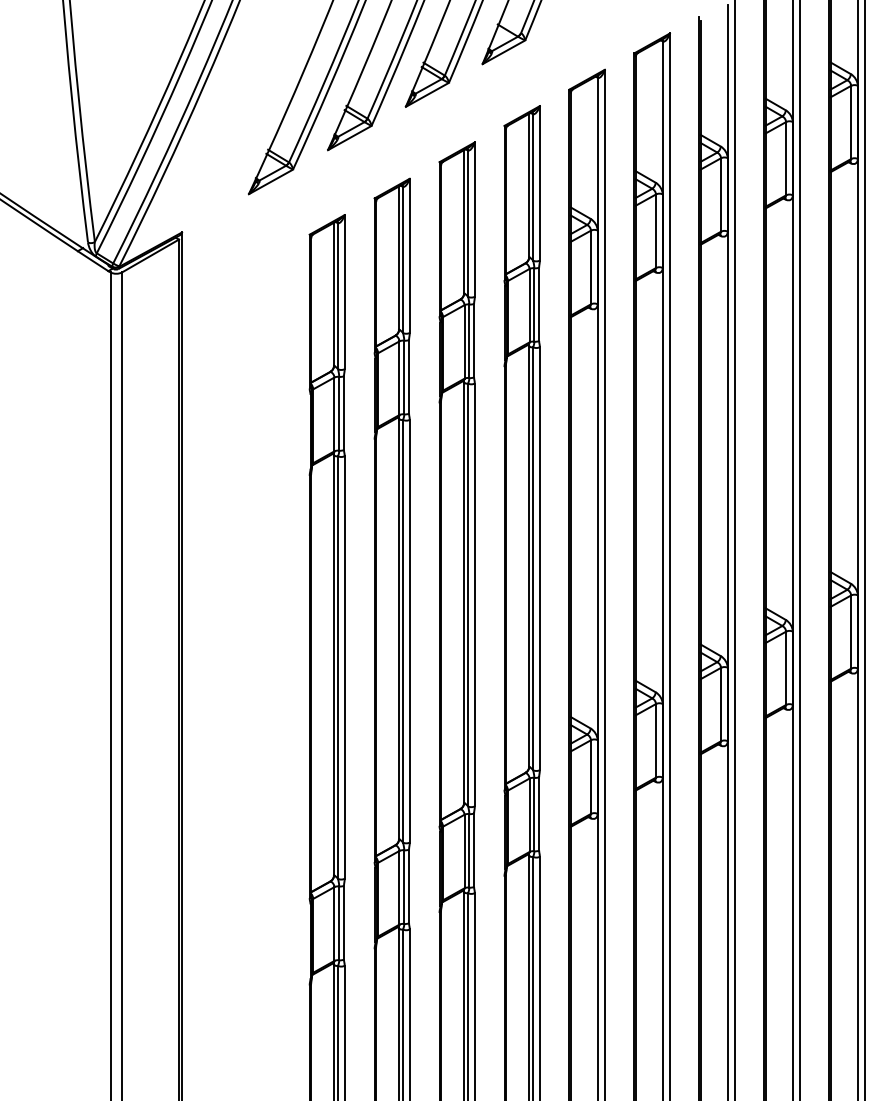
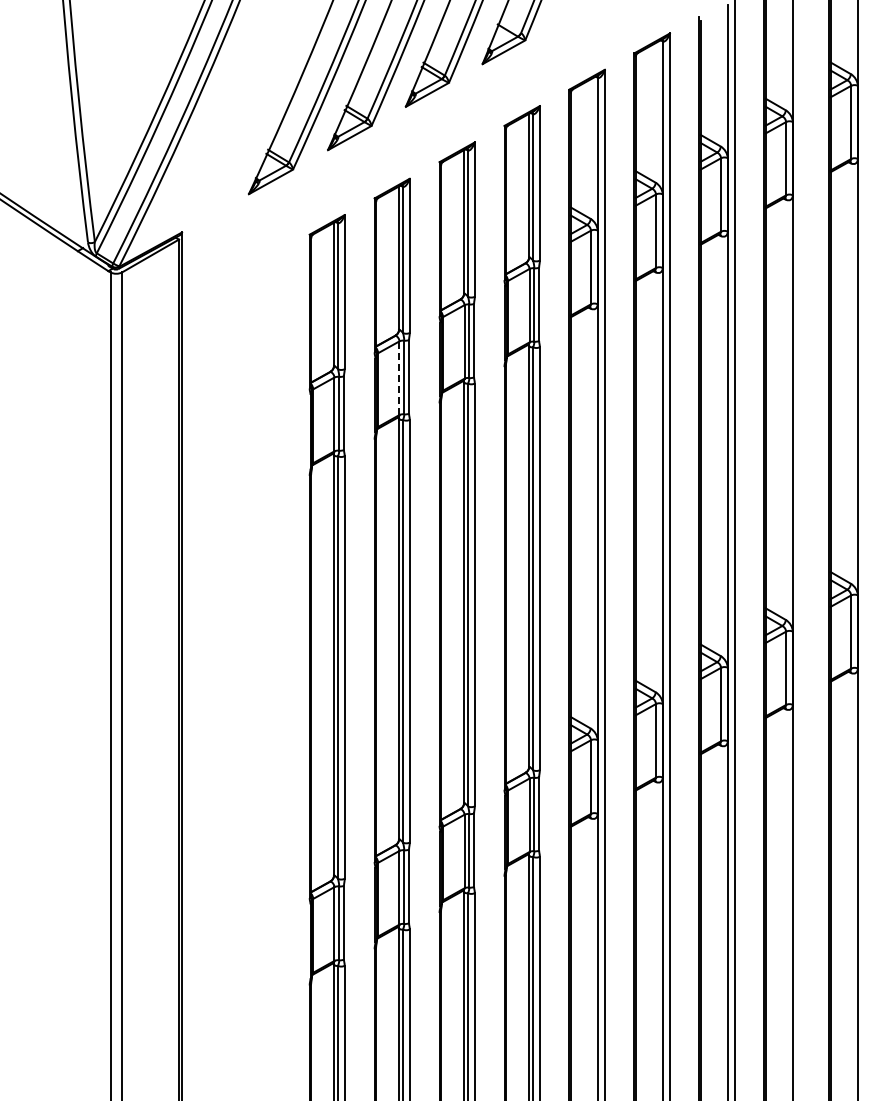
line at (399, 378): solid -> dashed
line at (800, 549): present -> none
line at (865, 549): present -> none
